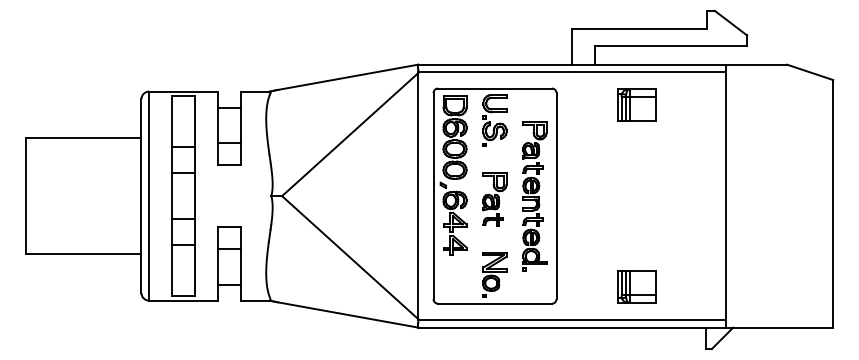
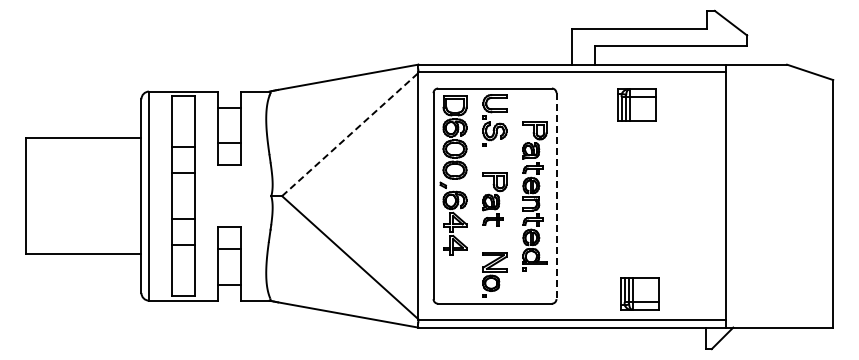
line at (350, 134): solid -> dashed
line at (556, 196): solid -> dashed
part at (636, 286) position: (636, 286) -> (639, 293)
